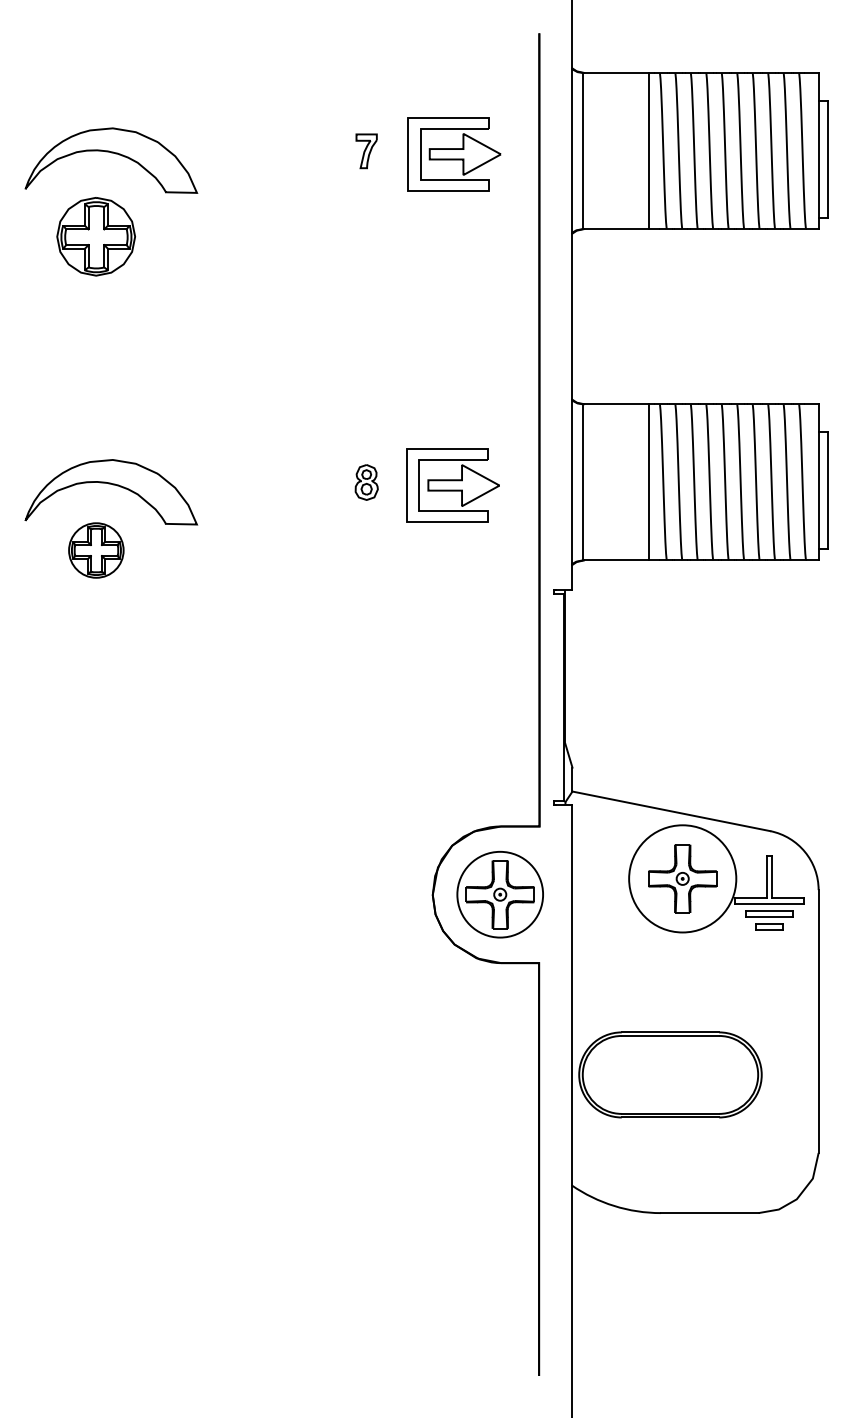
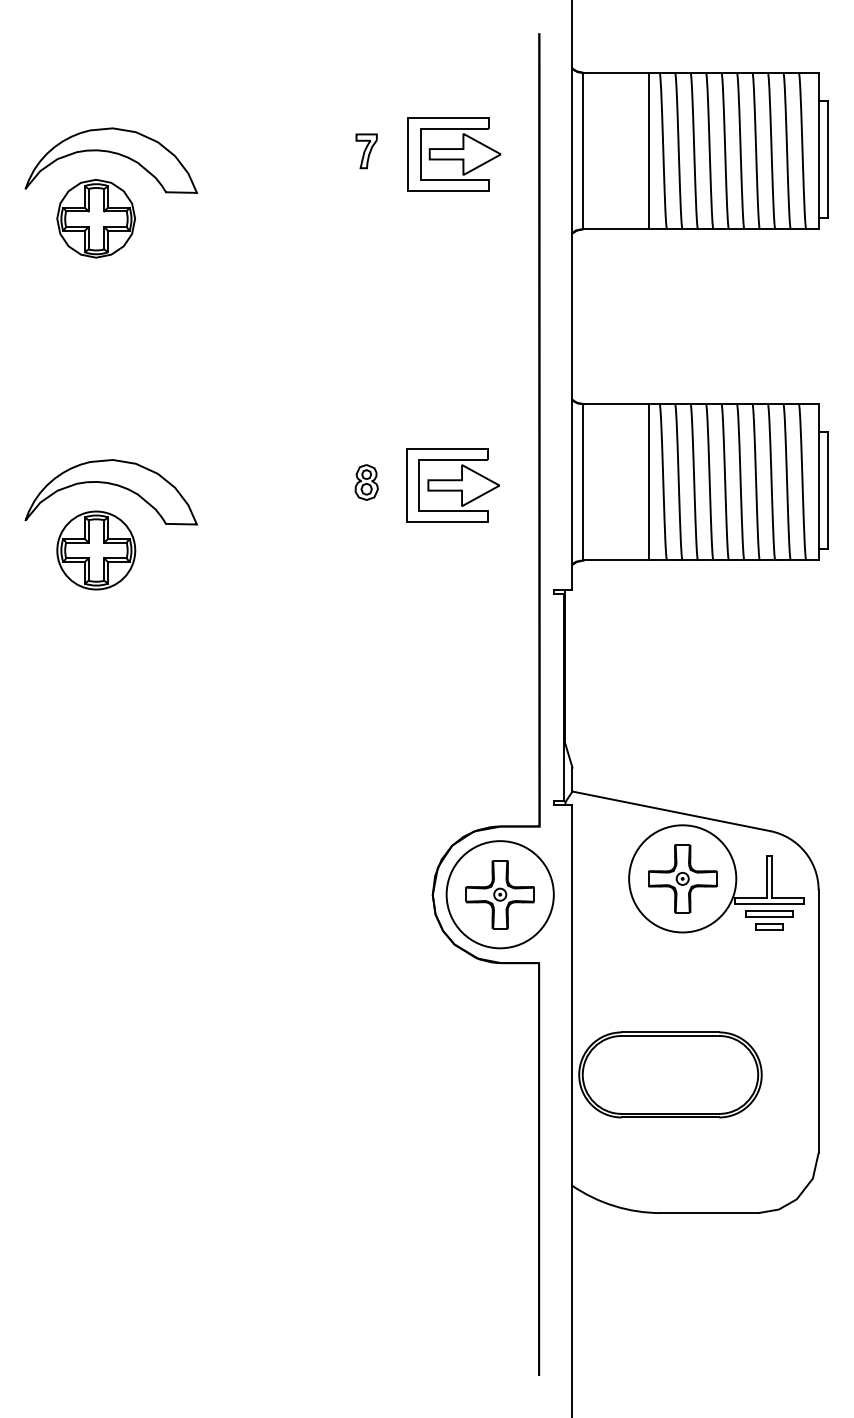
part at (95, 236) position: (95, 236) -> (95, 218)
part at (96, 550) size: 57x57 px -> 81x81 px
circle at (500, 894) diameter: 86 px -> 107 px
